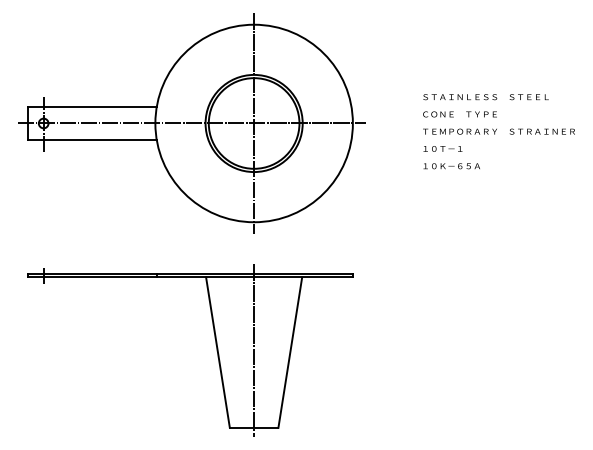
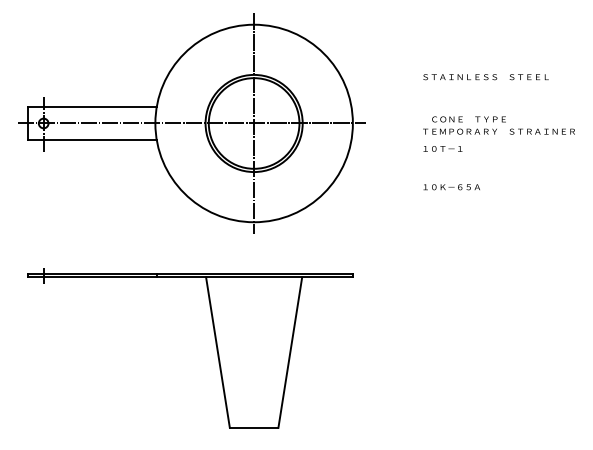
text at (485, 97) position: (485, 97) -> (485, 77)
text at (459, 114) position: (459, 114) -> (468, 119)
text at (451, 166) position: (451, 166) -> (451, 187)
line at (254, 350): present -> none
